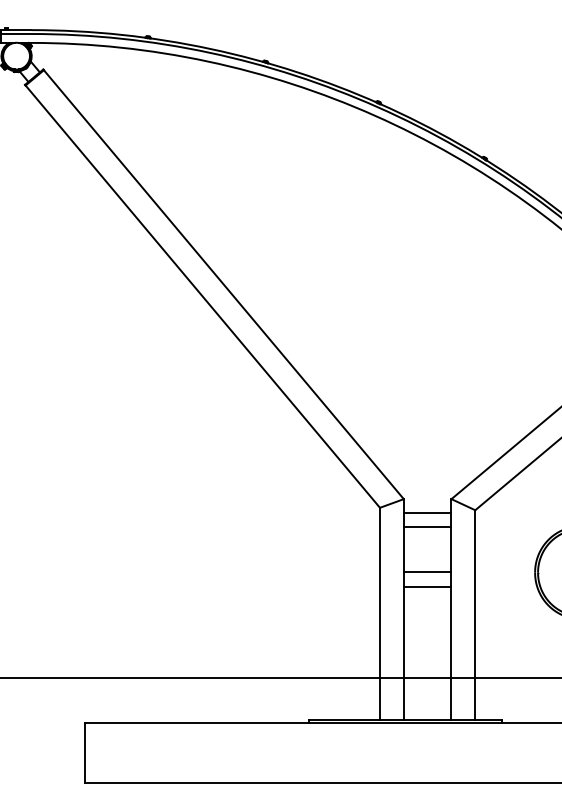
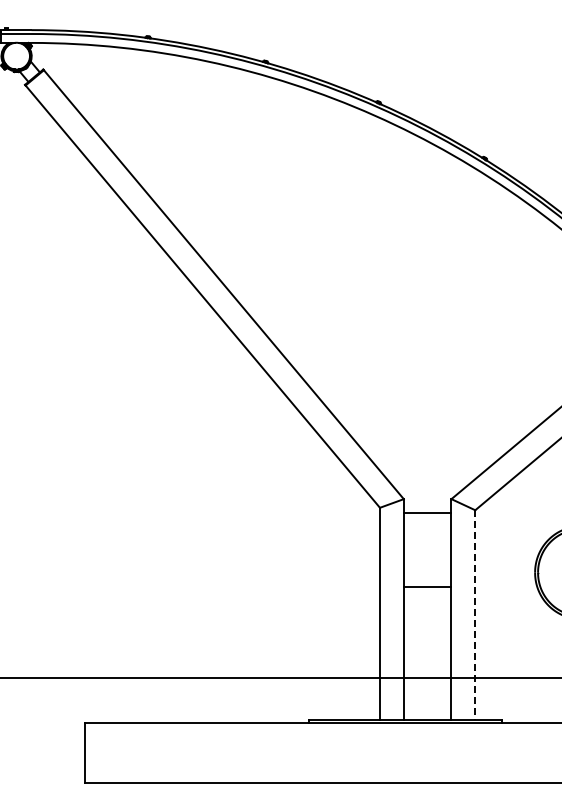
line at (427, 527): present -> none
line at (427, 572): present -> none
line at (475, 614): solid -> dashed
